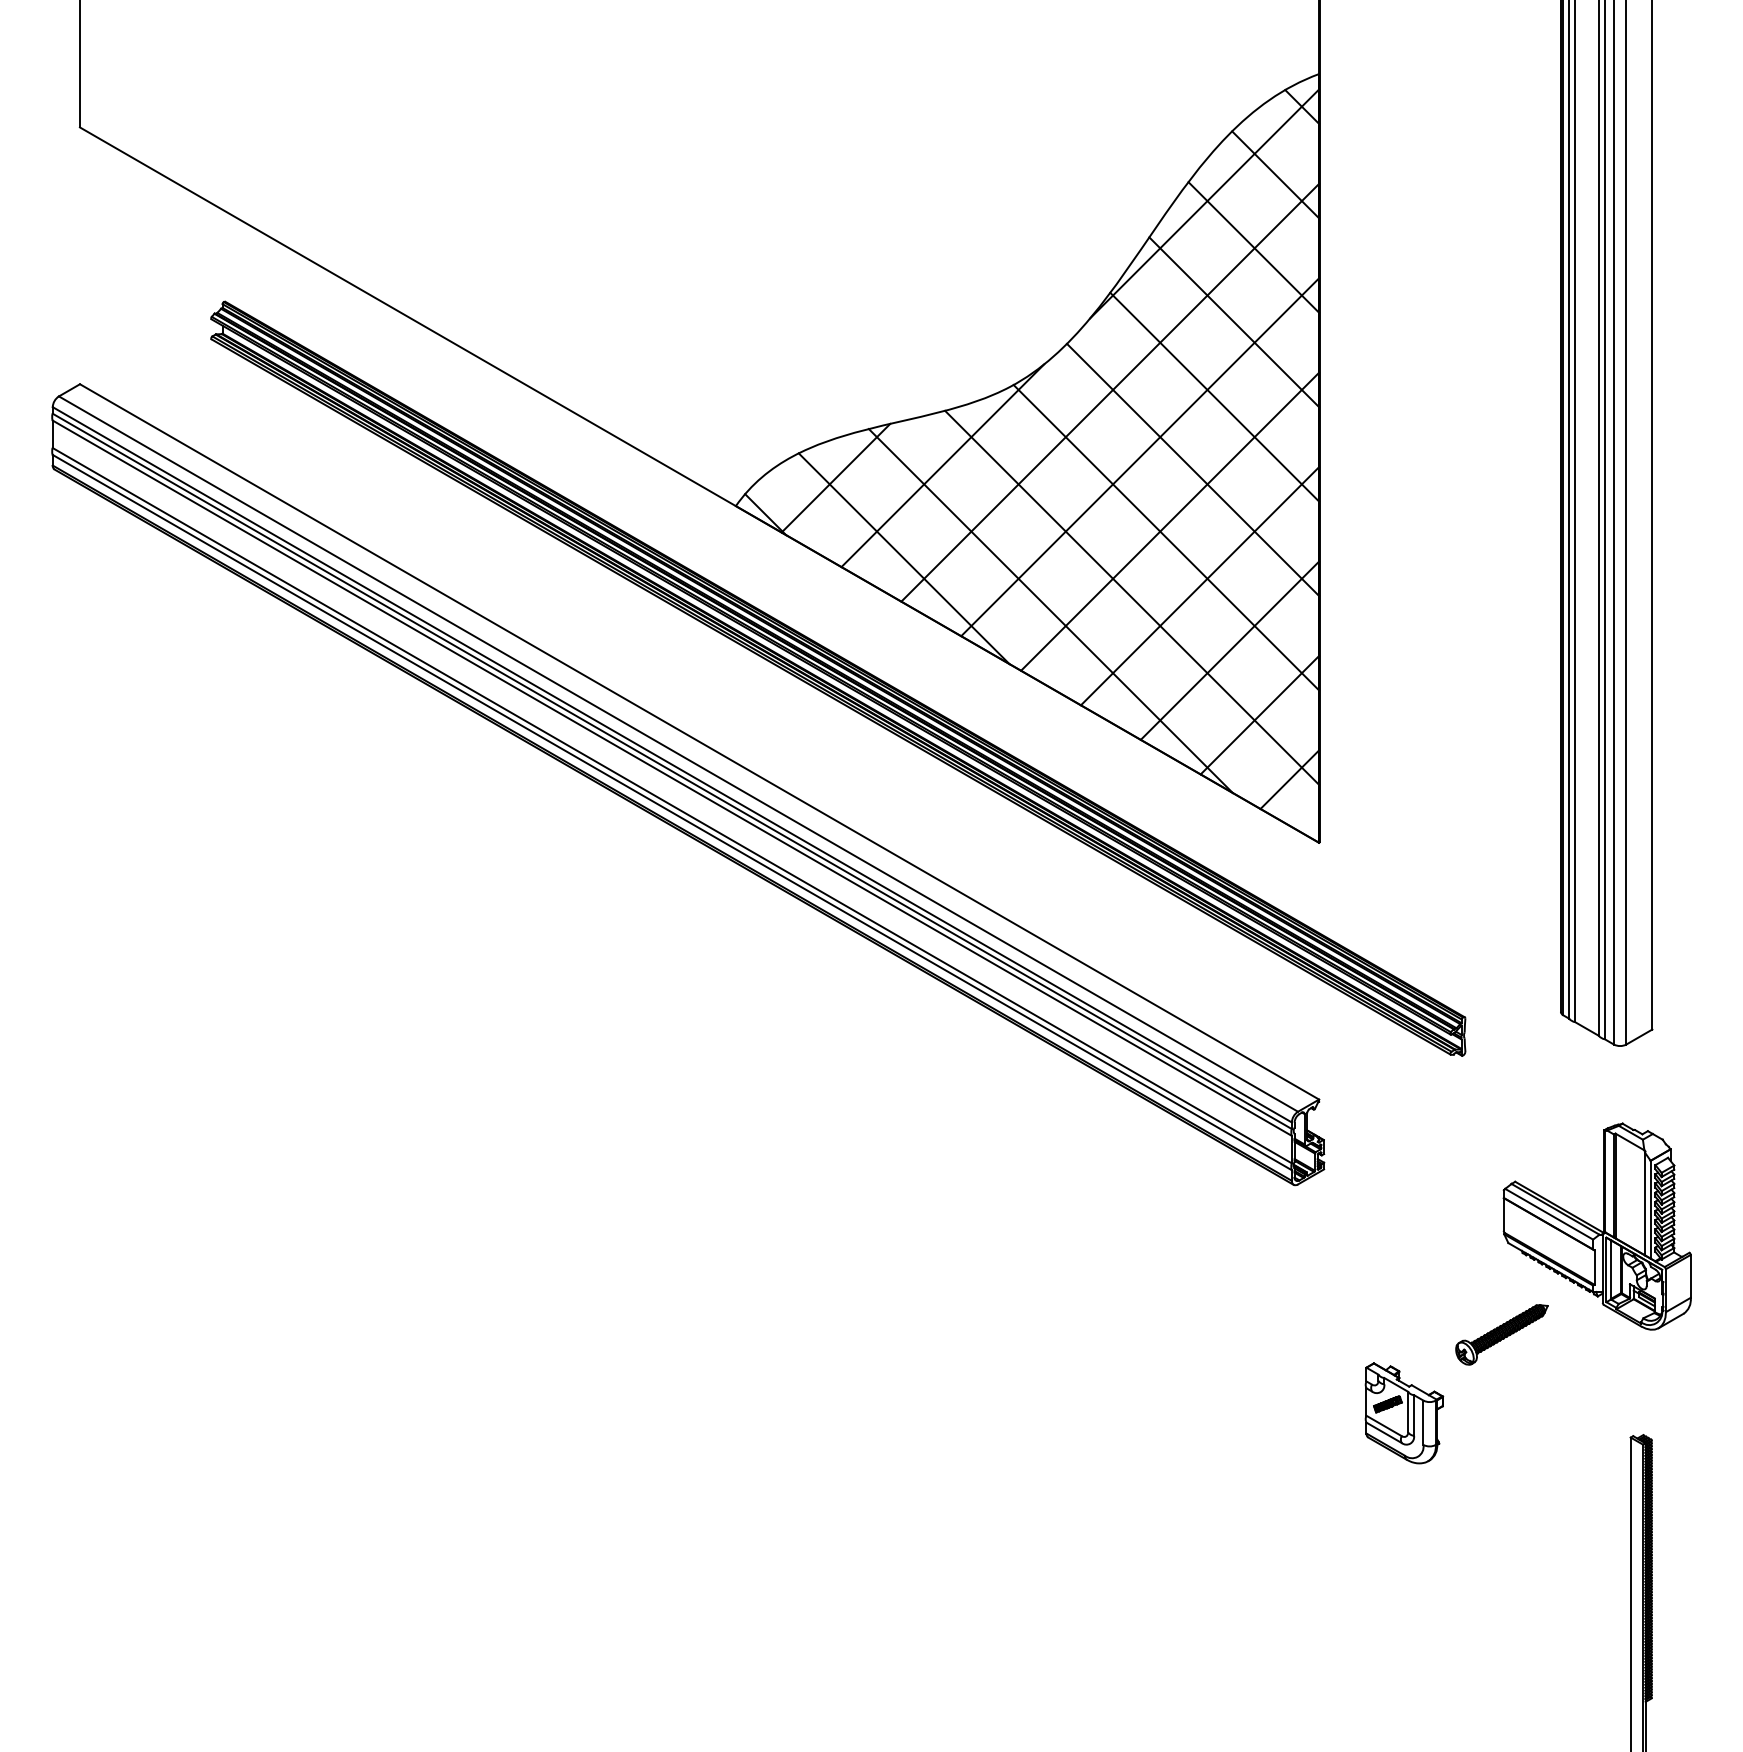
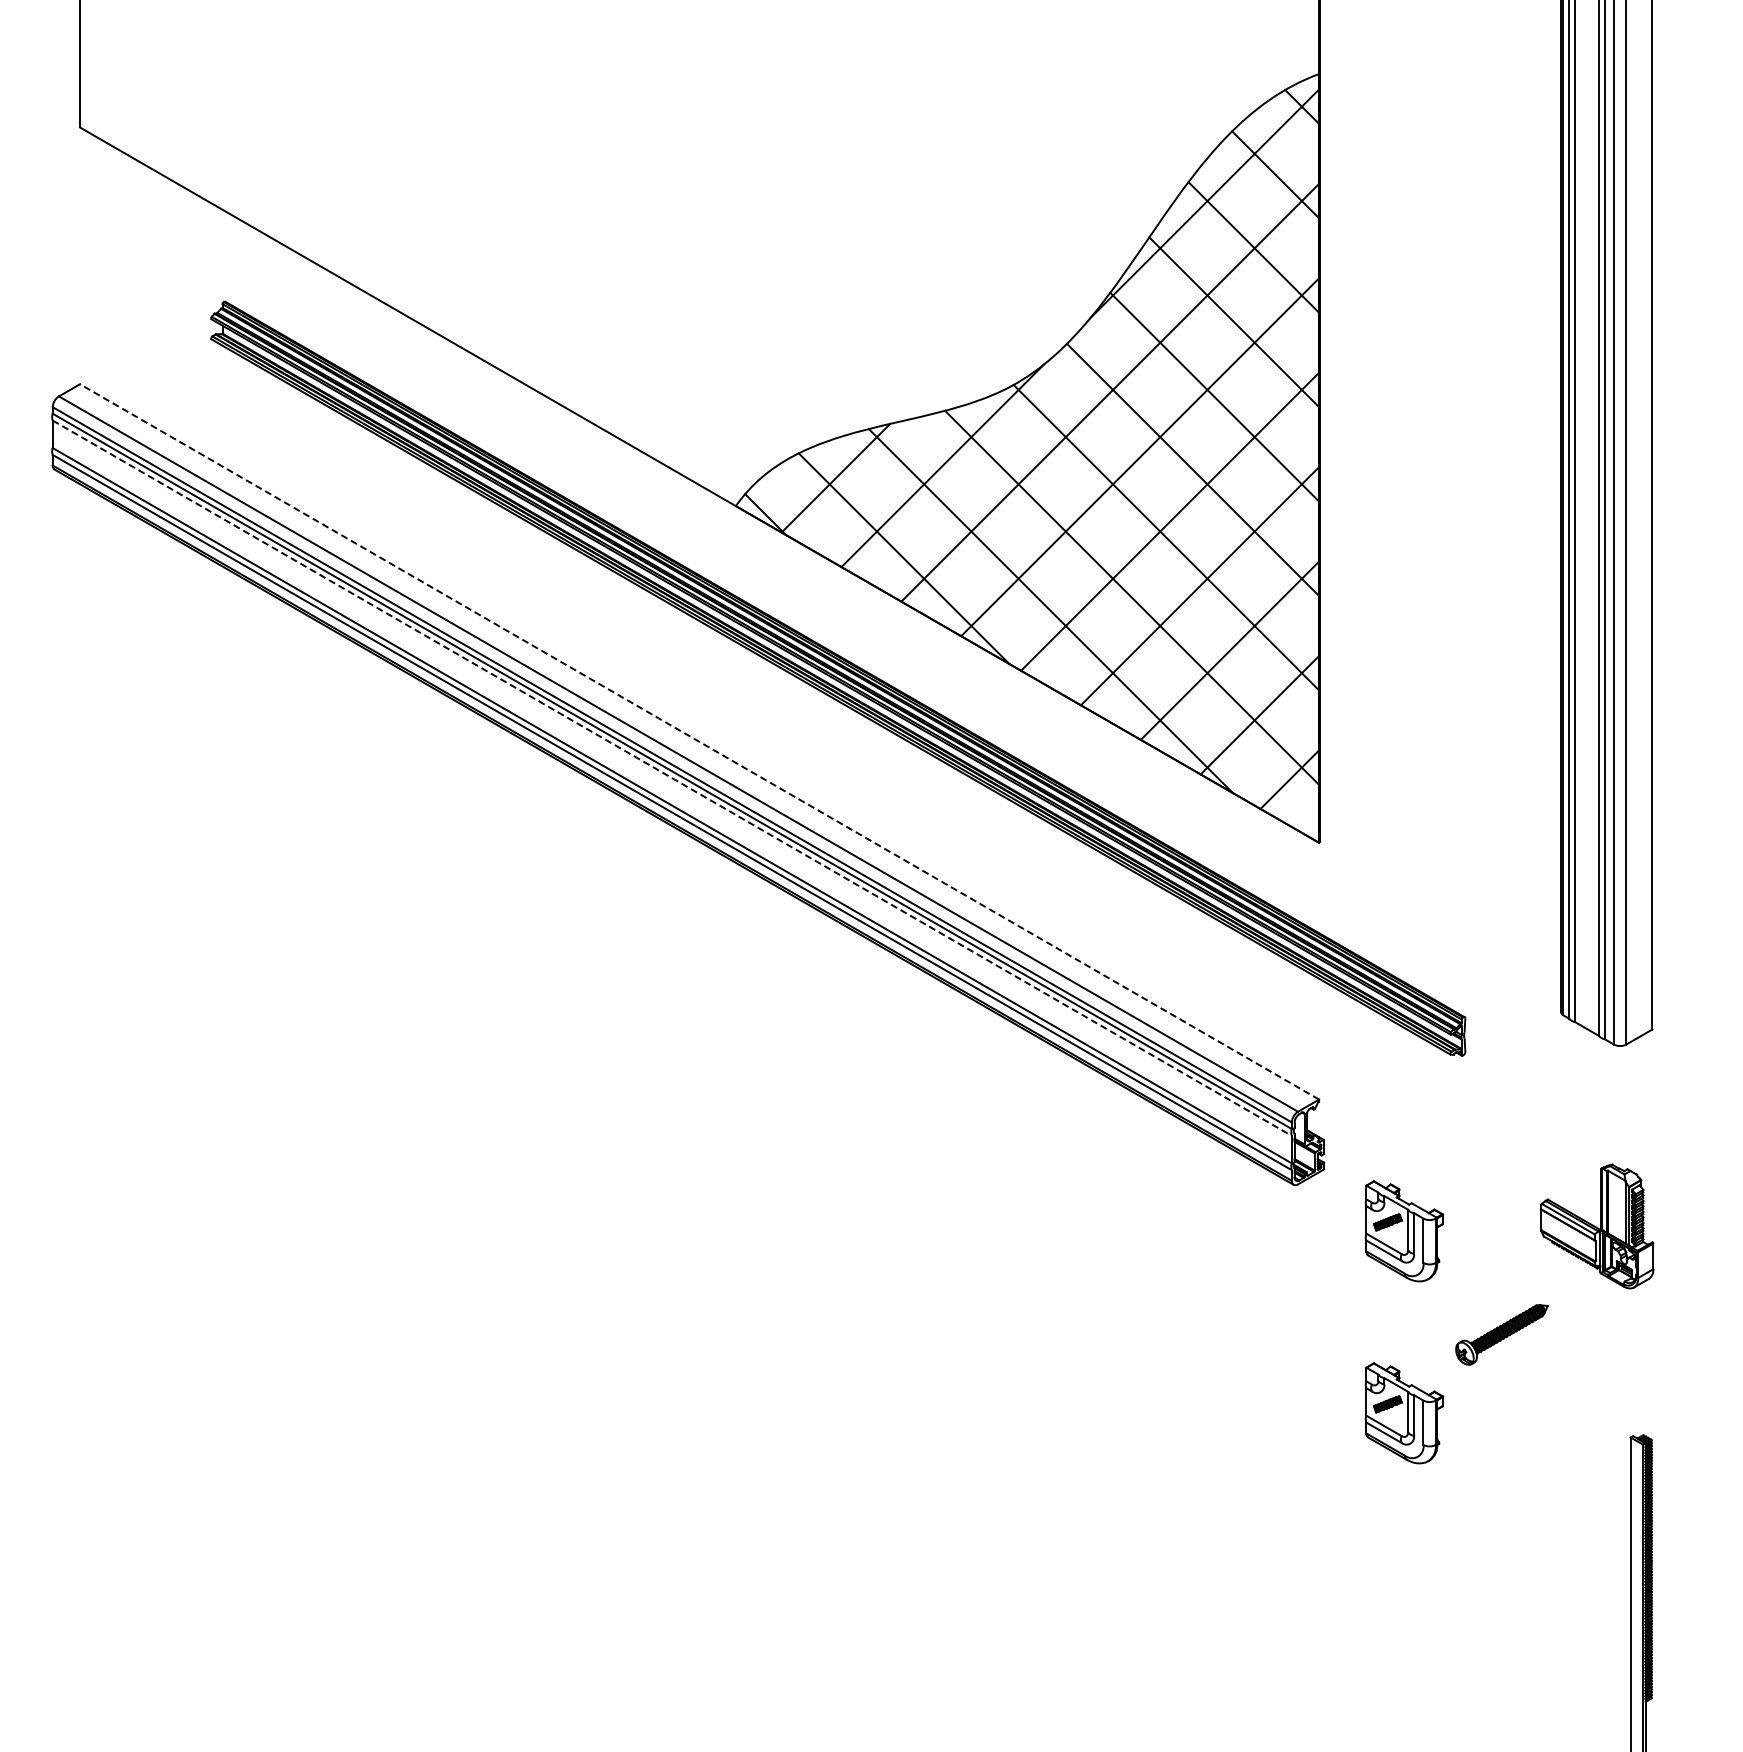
line at (699, 741): solid -> dashed
line at (672, 778): solid -> dashed
part at (1596, 1226) size: 190x209 px -> 115x127 px
part at (1404, 1231): none -> present
